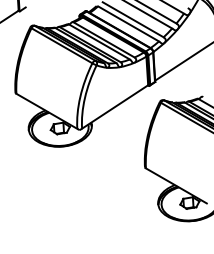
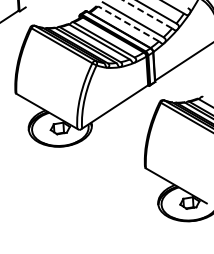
line at (147, 14): solid -> dashed
line at (128, 23): solid -> dashed
